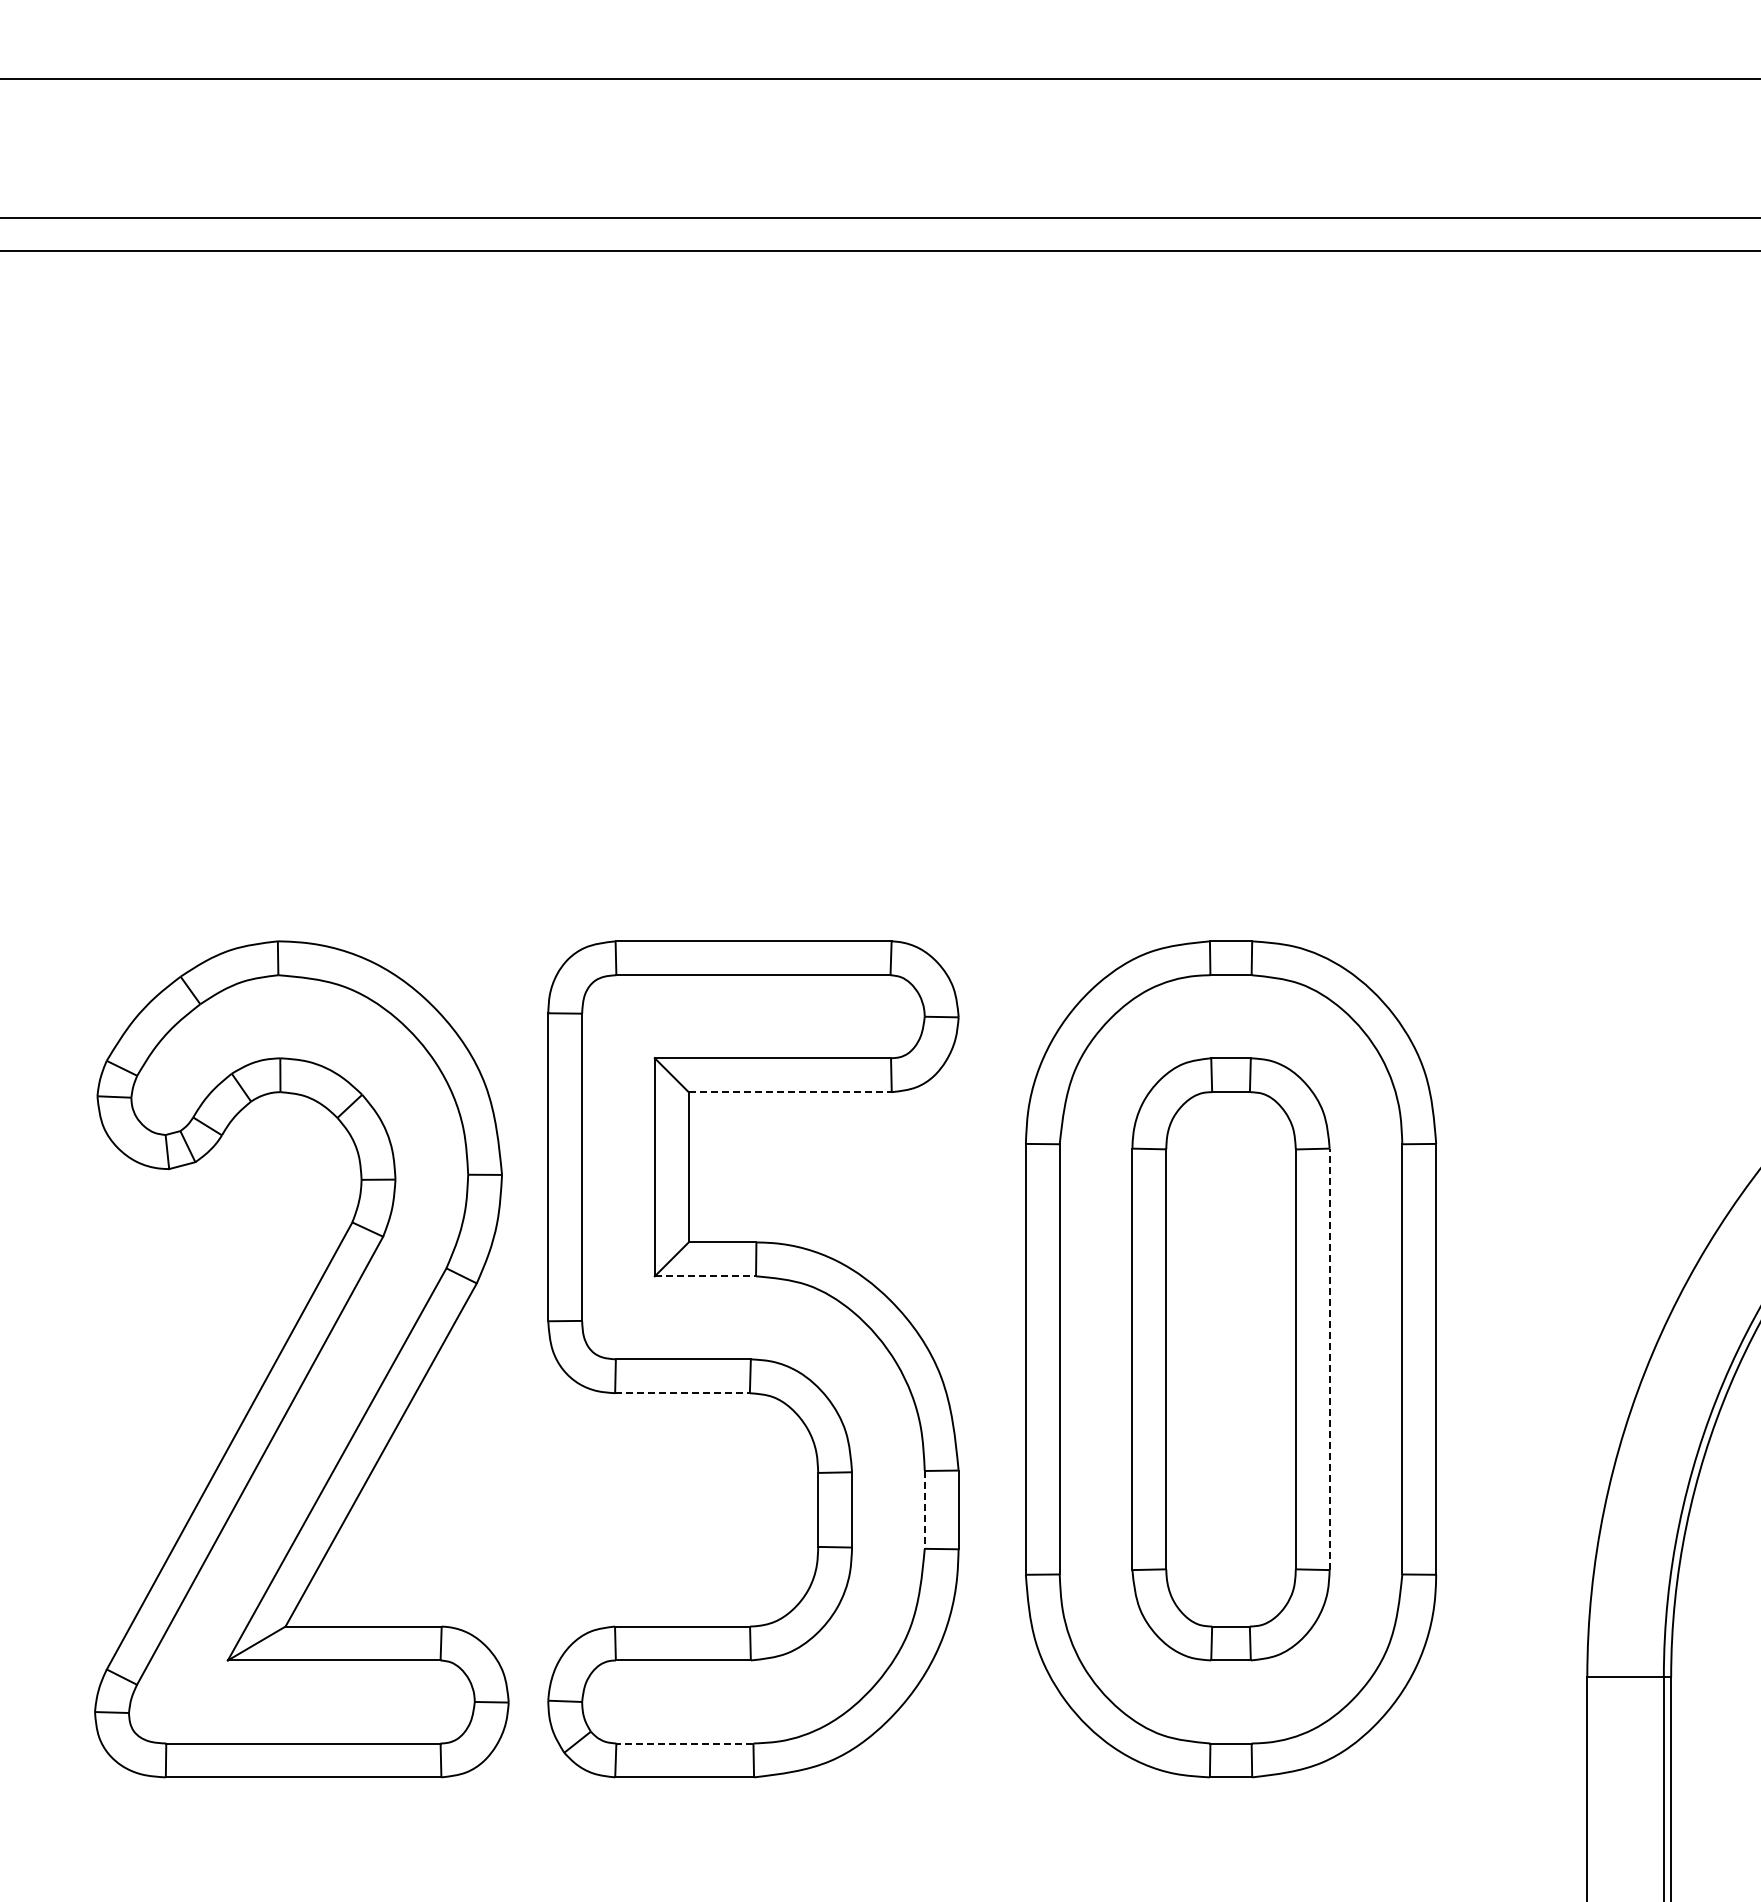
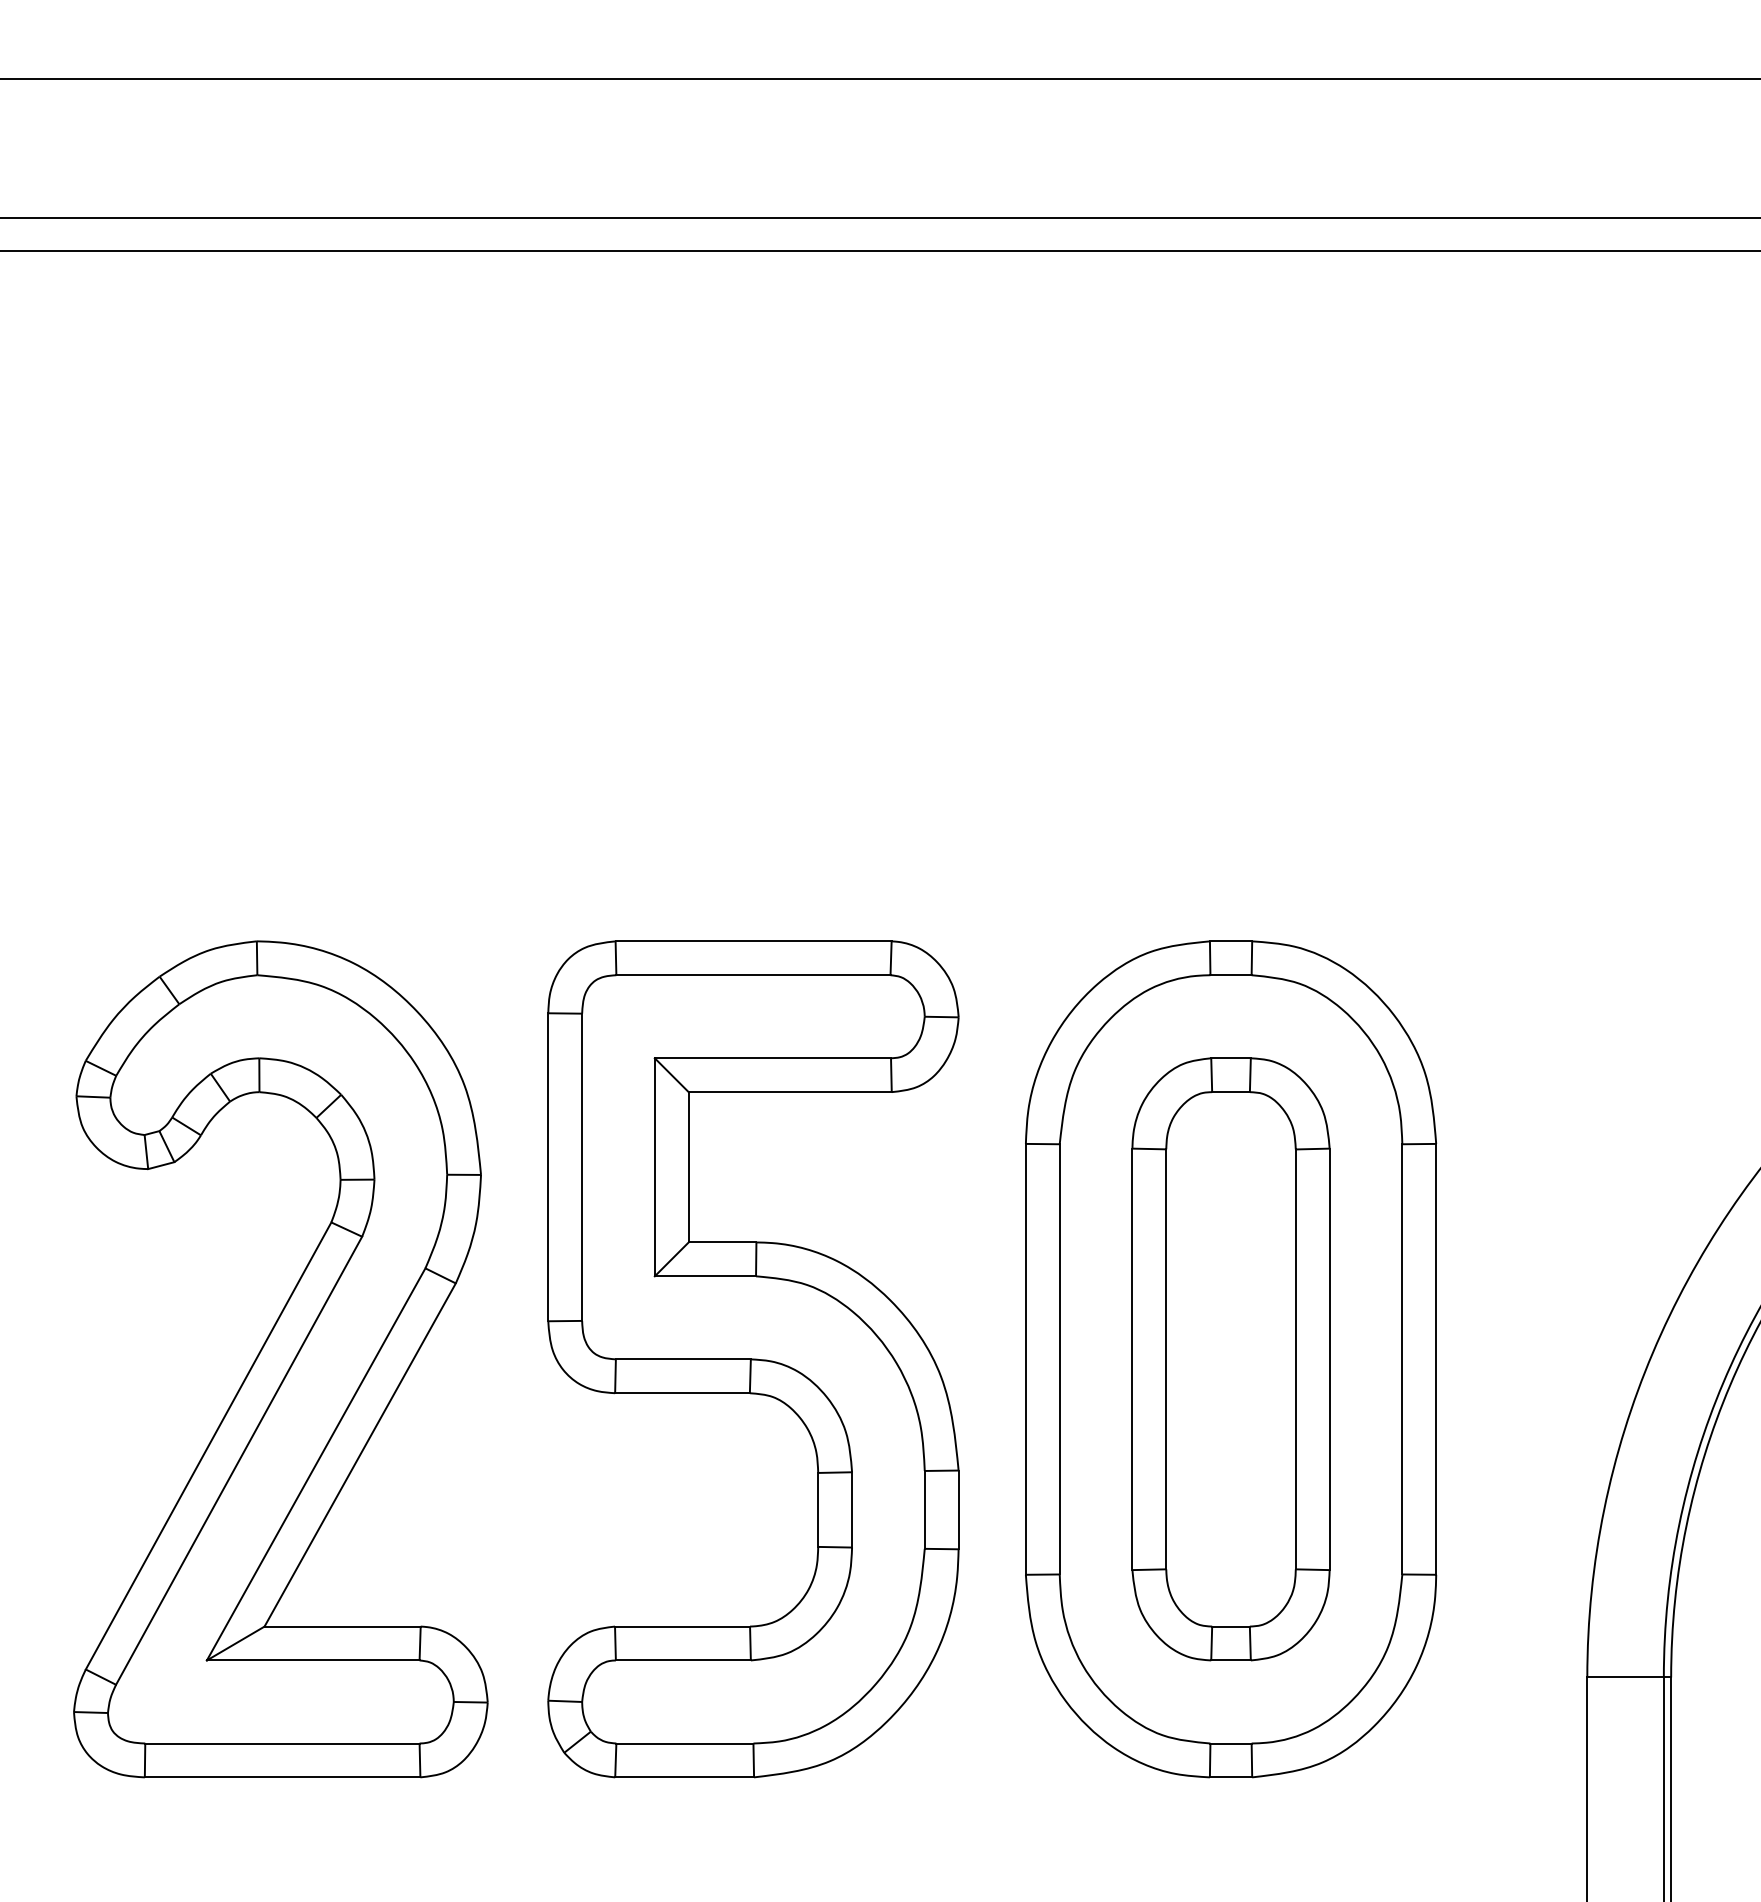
line at (790, 1092): dashed -> solid
line at (705, 1276): dashed -> solid
part at (301, 1359) position: (301, 1359) -> (280, 1359)
line at (1329, 1359): dashed -> solid
line at (683, 1393): dashed -> solid
line at (924, 1509): dashed -> solid
line at (684, 1743): dashed -> solid
